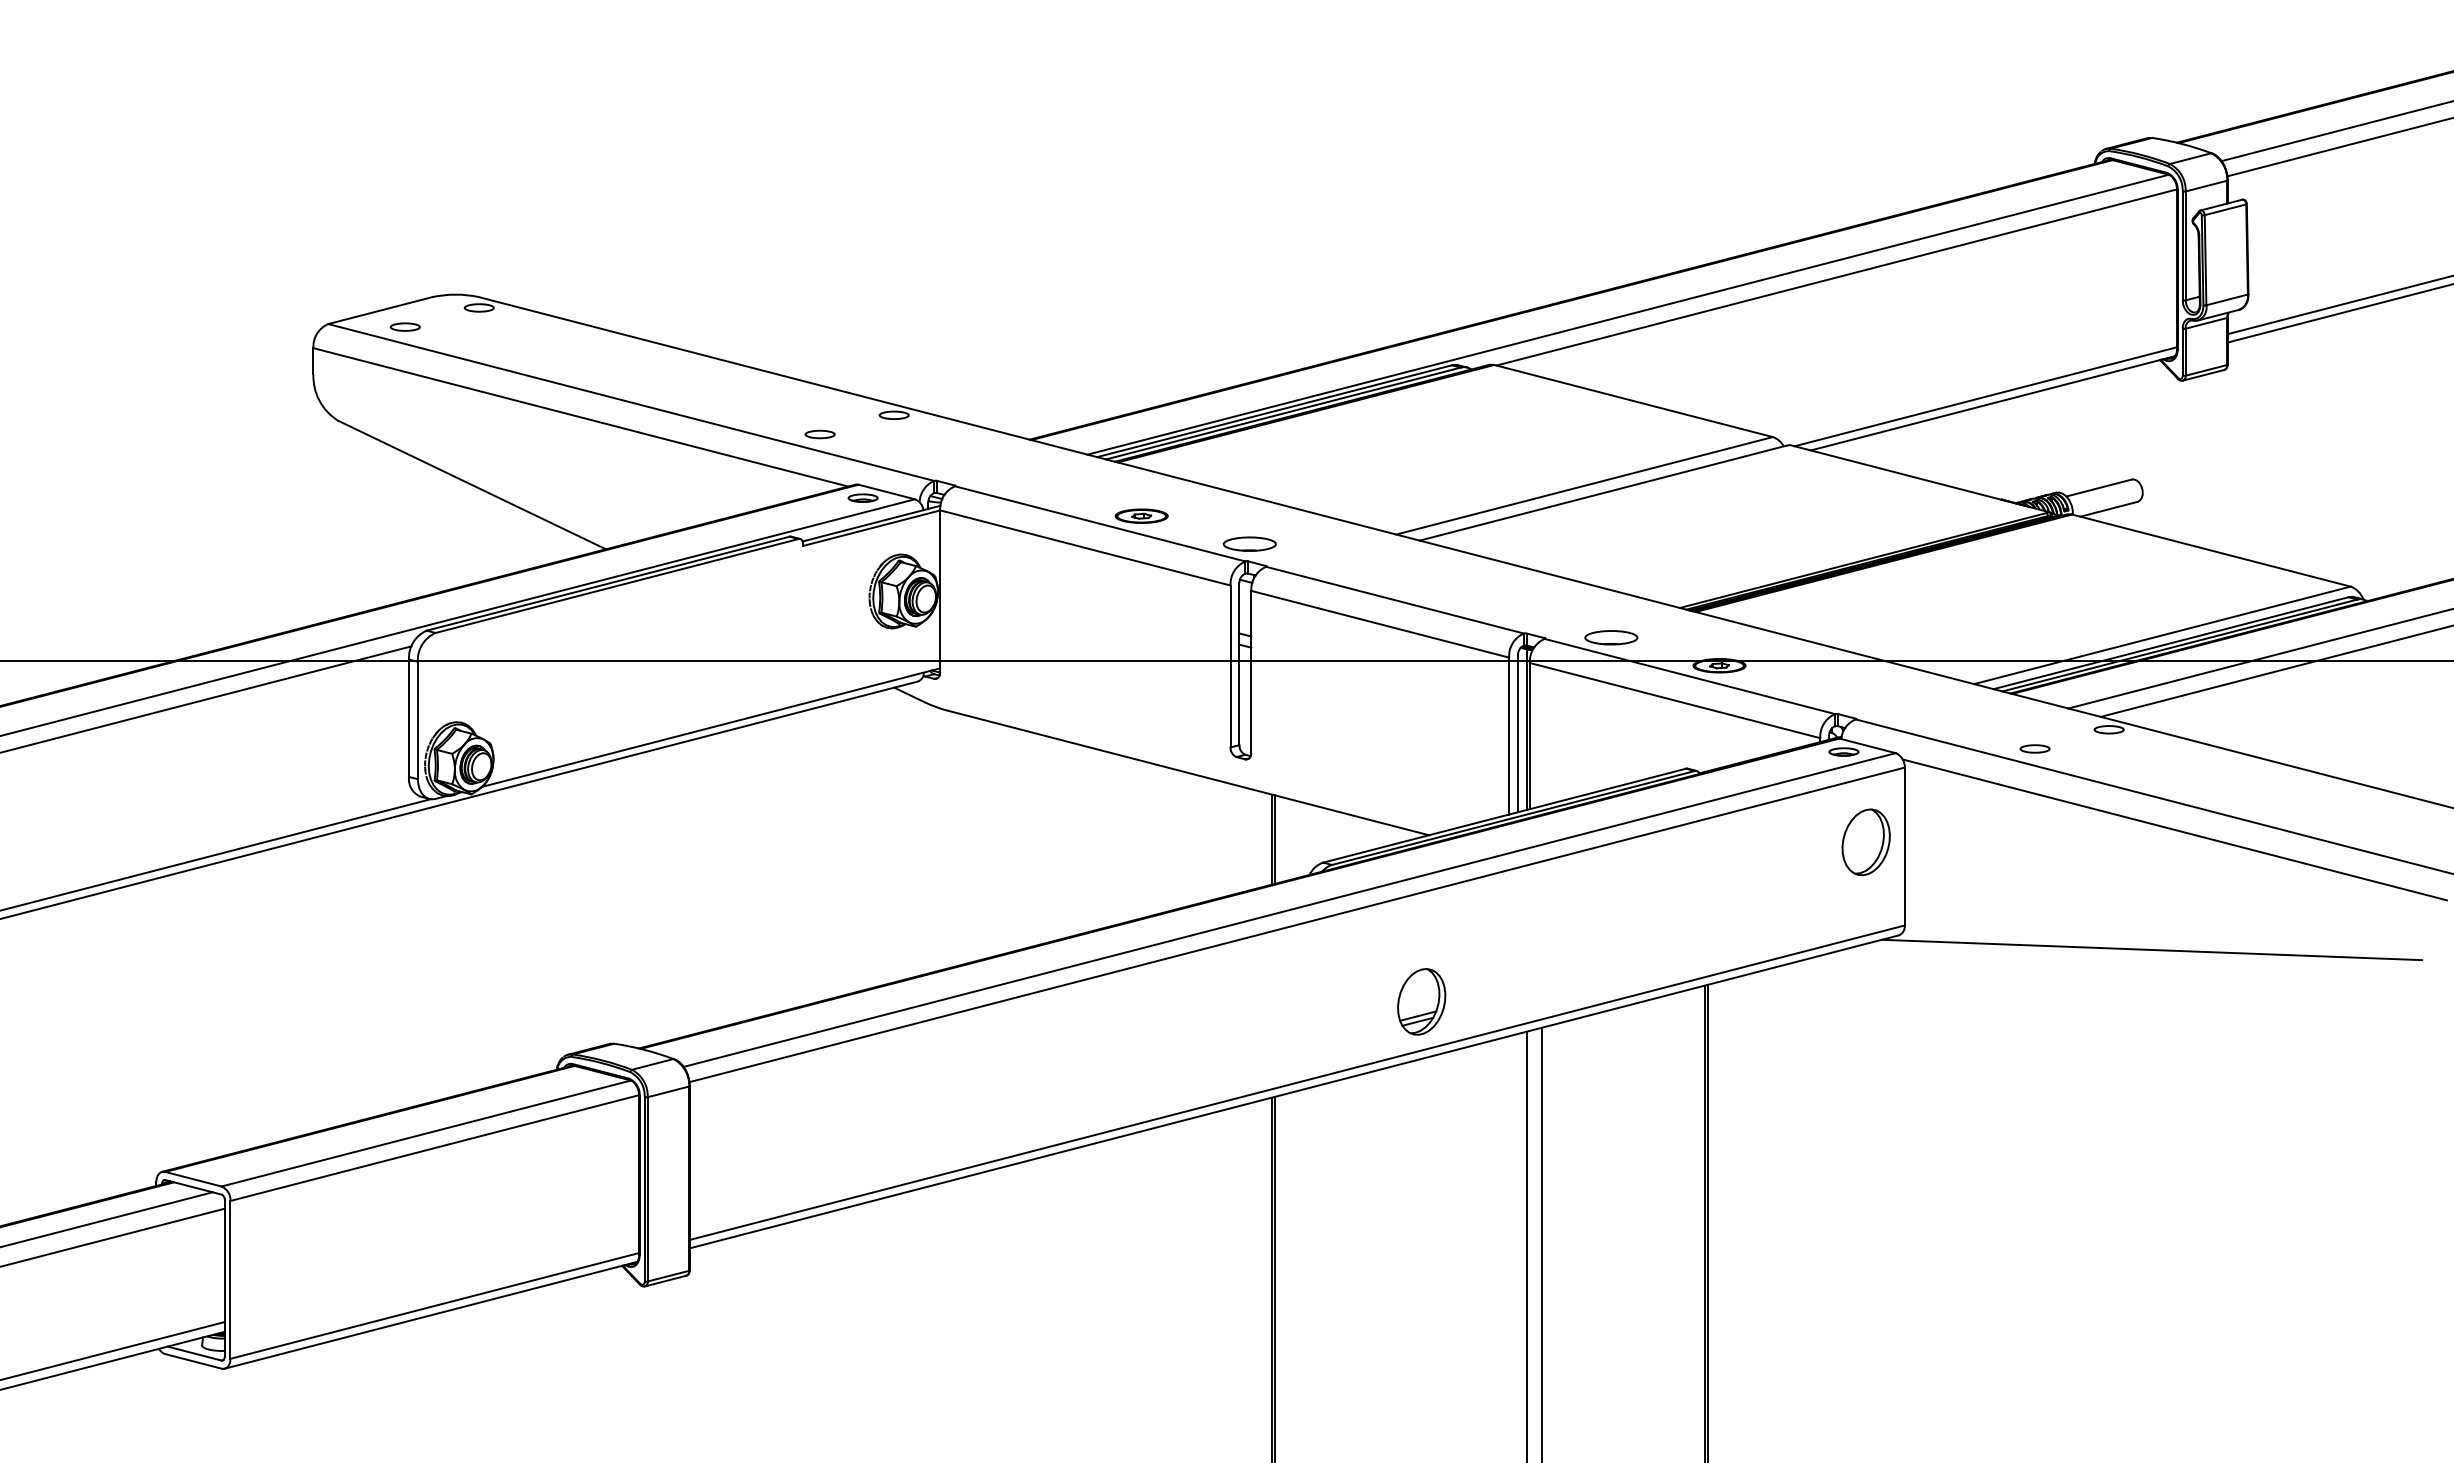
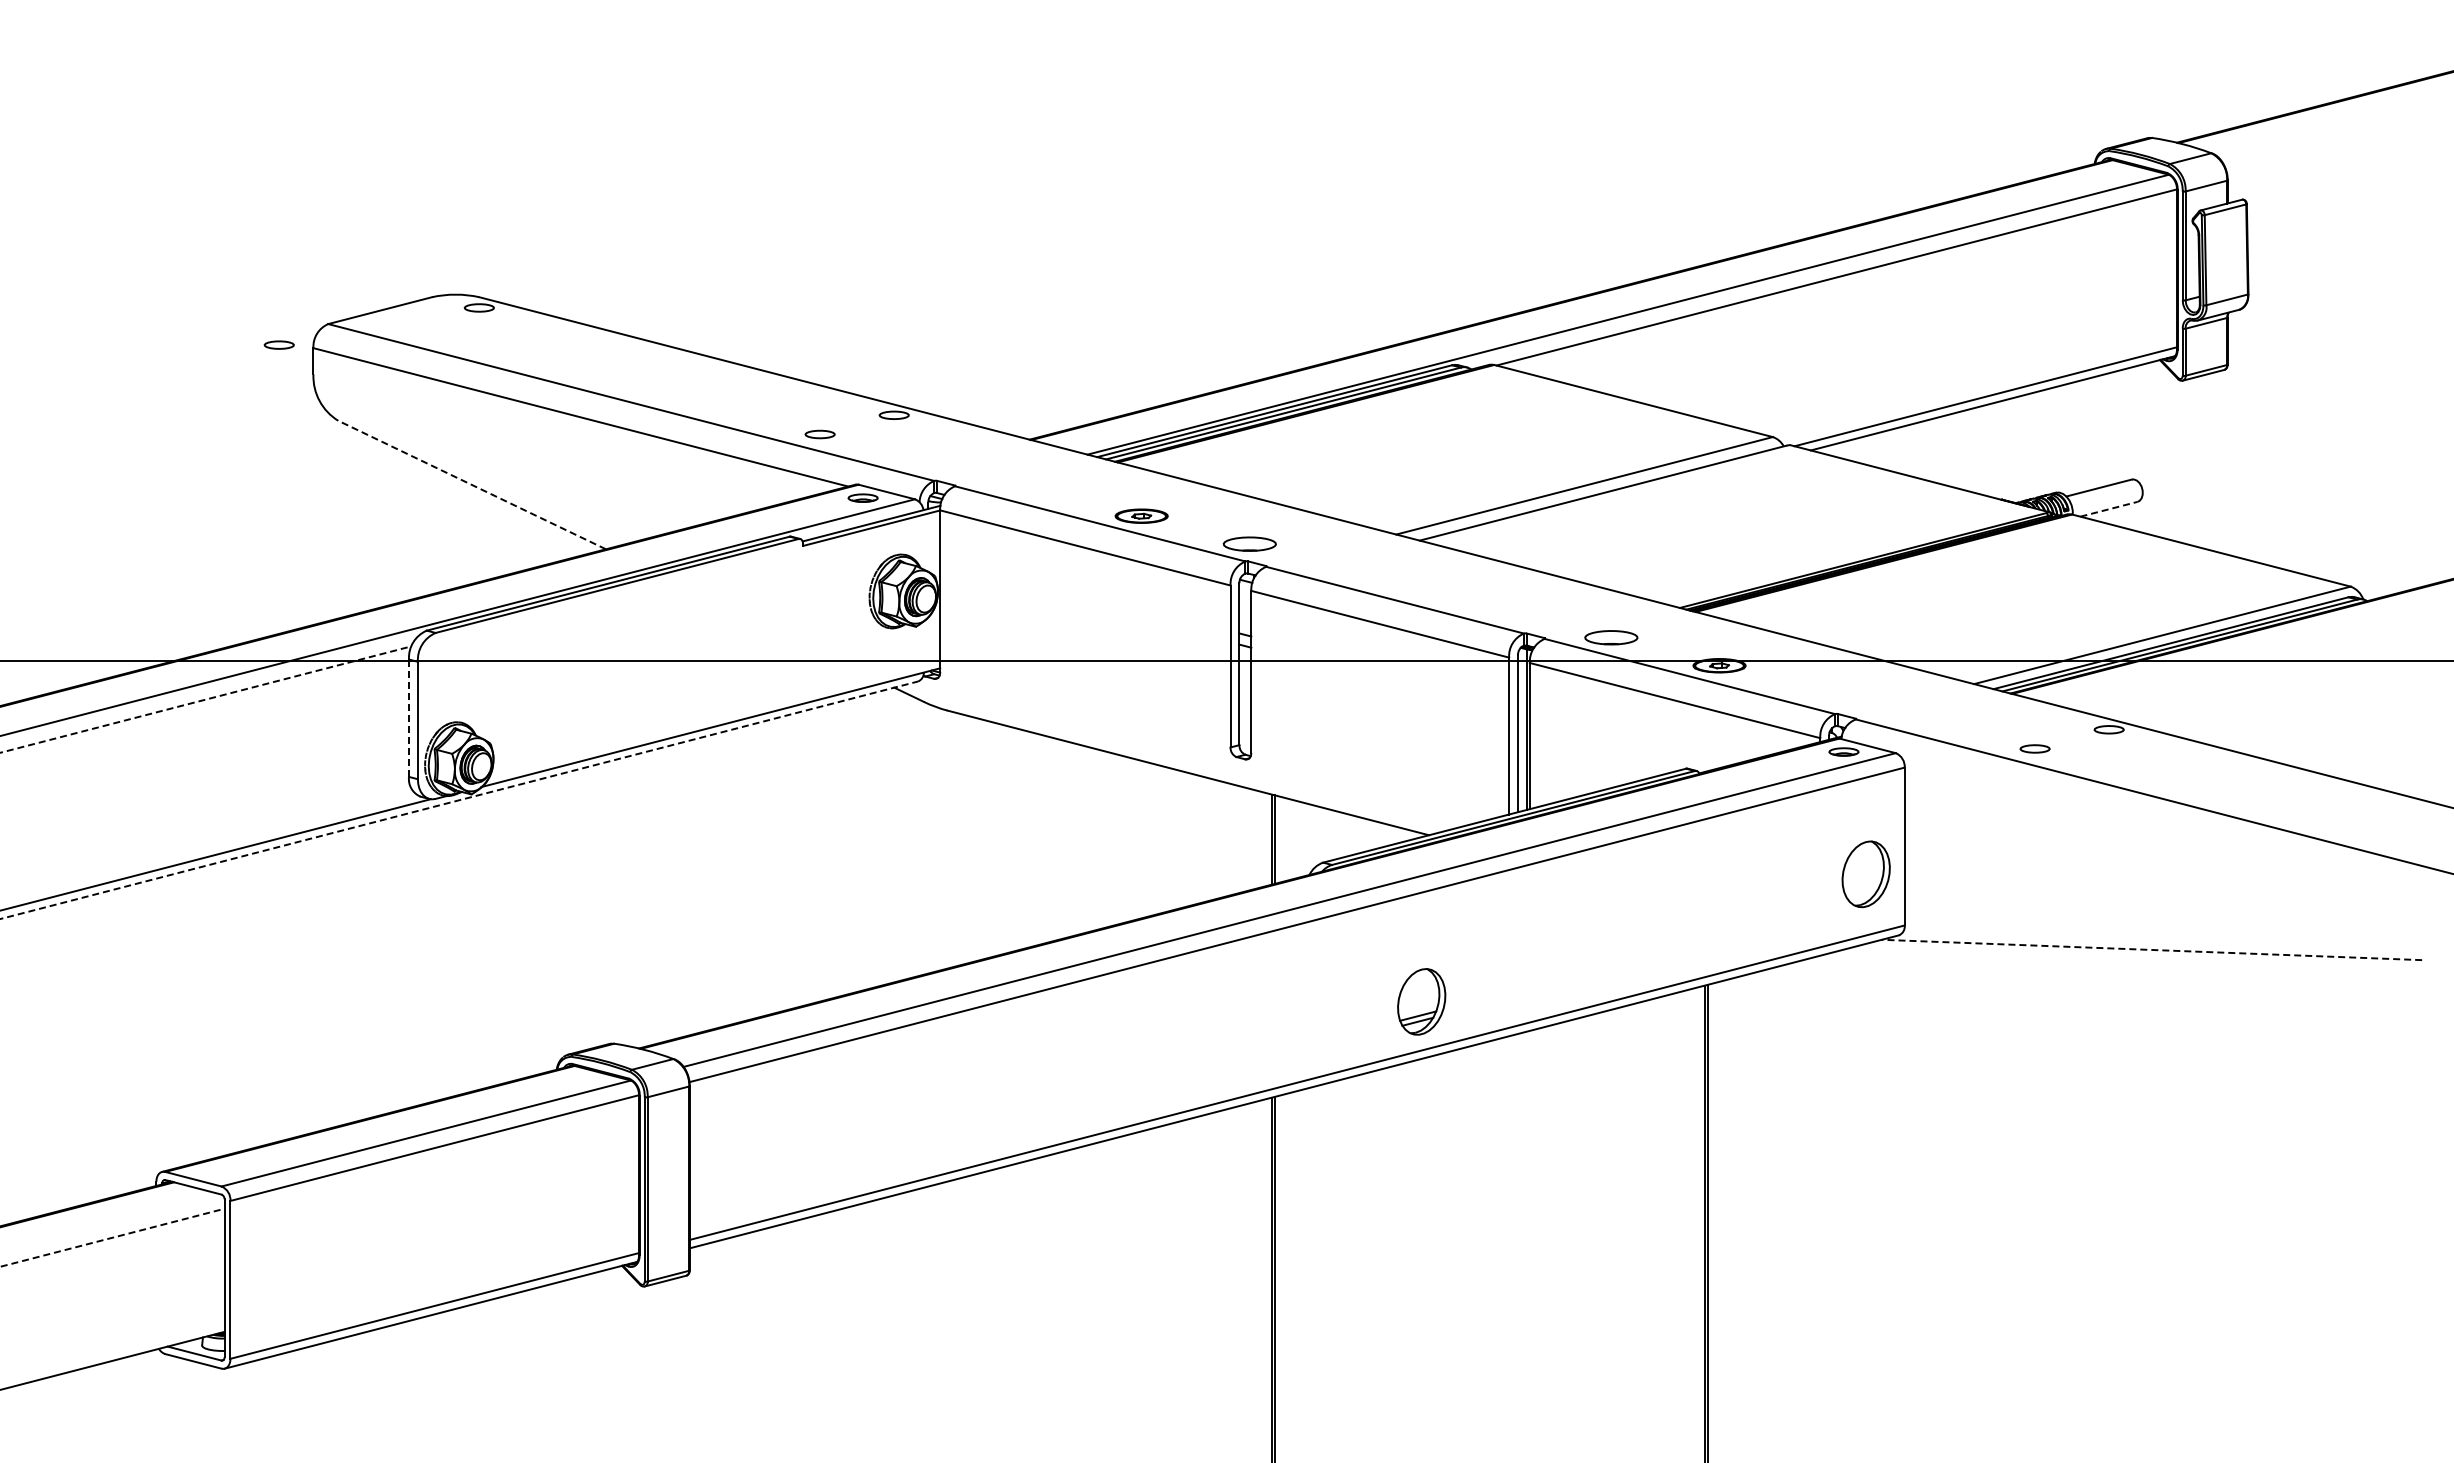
line at (2335, 131): present -> none
line at (2338, 147): present -> none
line at (2338, 305): present -> none
line at (2338, 313): present -> none
part at (404, 326) position: (404, 326) -> (278, 344)
line at (471, 484): solid -> dashed
line at (2109, 509): solid -> dashed
line at (2259, 658): present -> none
line at (2275, 671): present -> none
line at (206, 699): solid -> dashed
line at (409, 718): solid -> dashed
line at (459, 800): solid -> dashed
line at (2174, 829): present -> none
part at (1865, 842) position: (1865, 842) -> (1865, 874)
line at (2151, 949): solid -> dashed
line at (107, 1219): present -> none
line at (112, 1237): solid -> dashed
line at (1541, 1243): present -> none
line at (1526, 1245): present -> none
line at (113, 1350): present -> none
